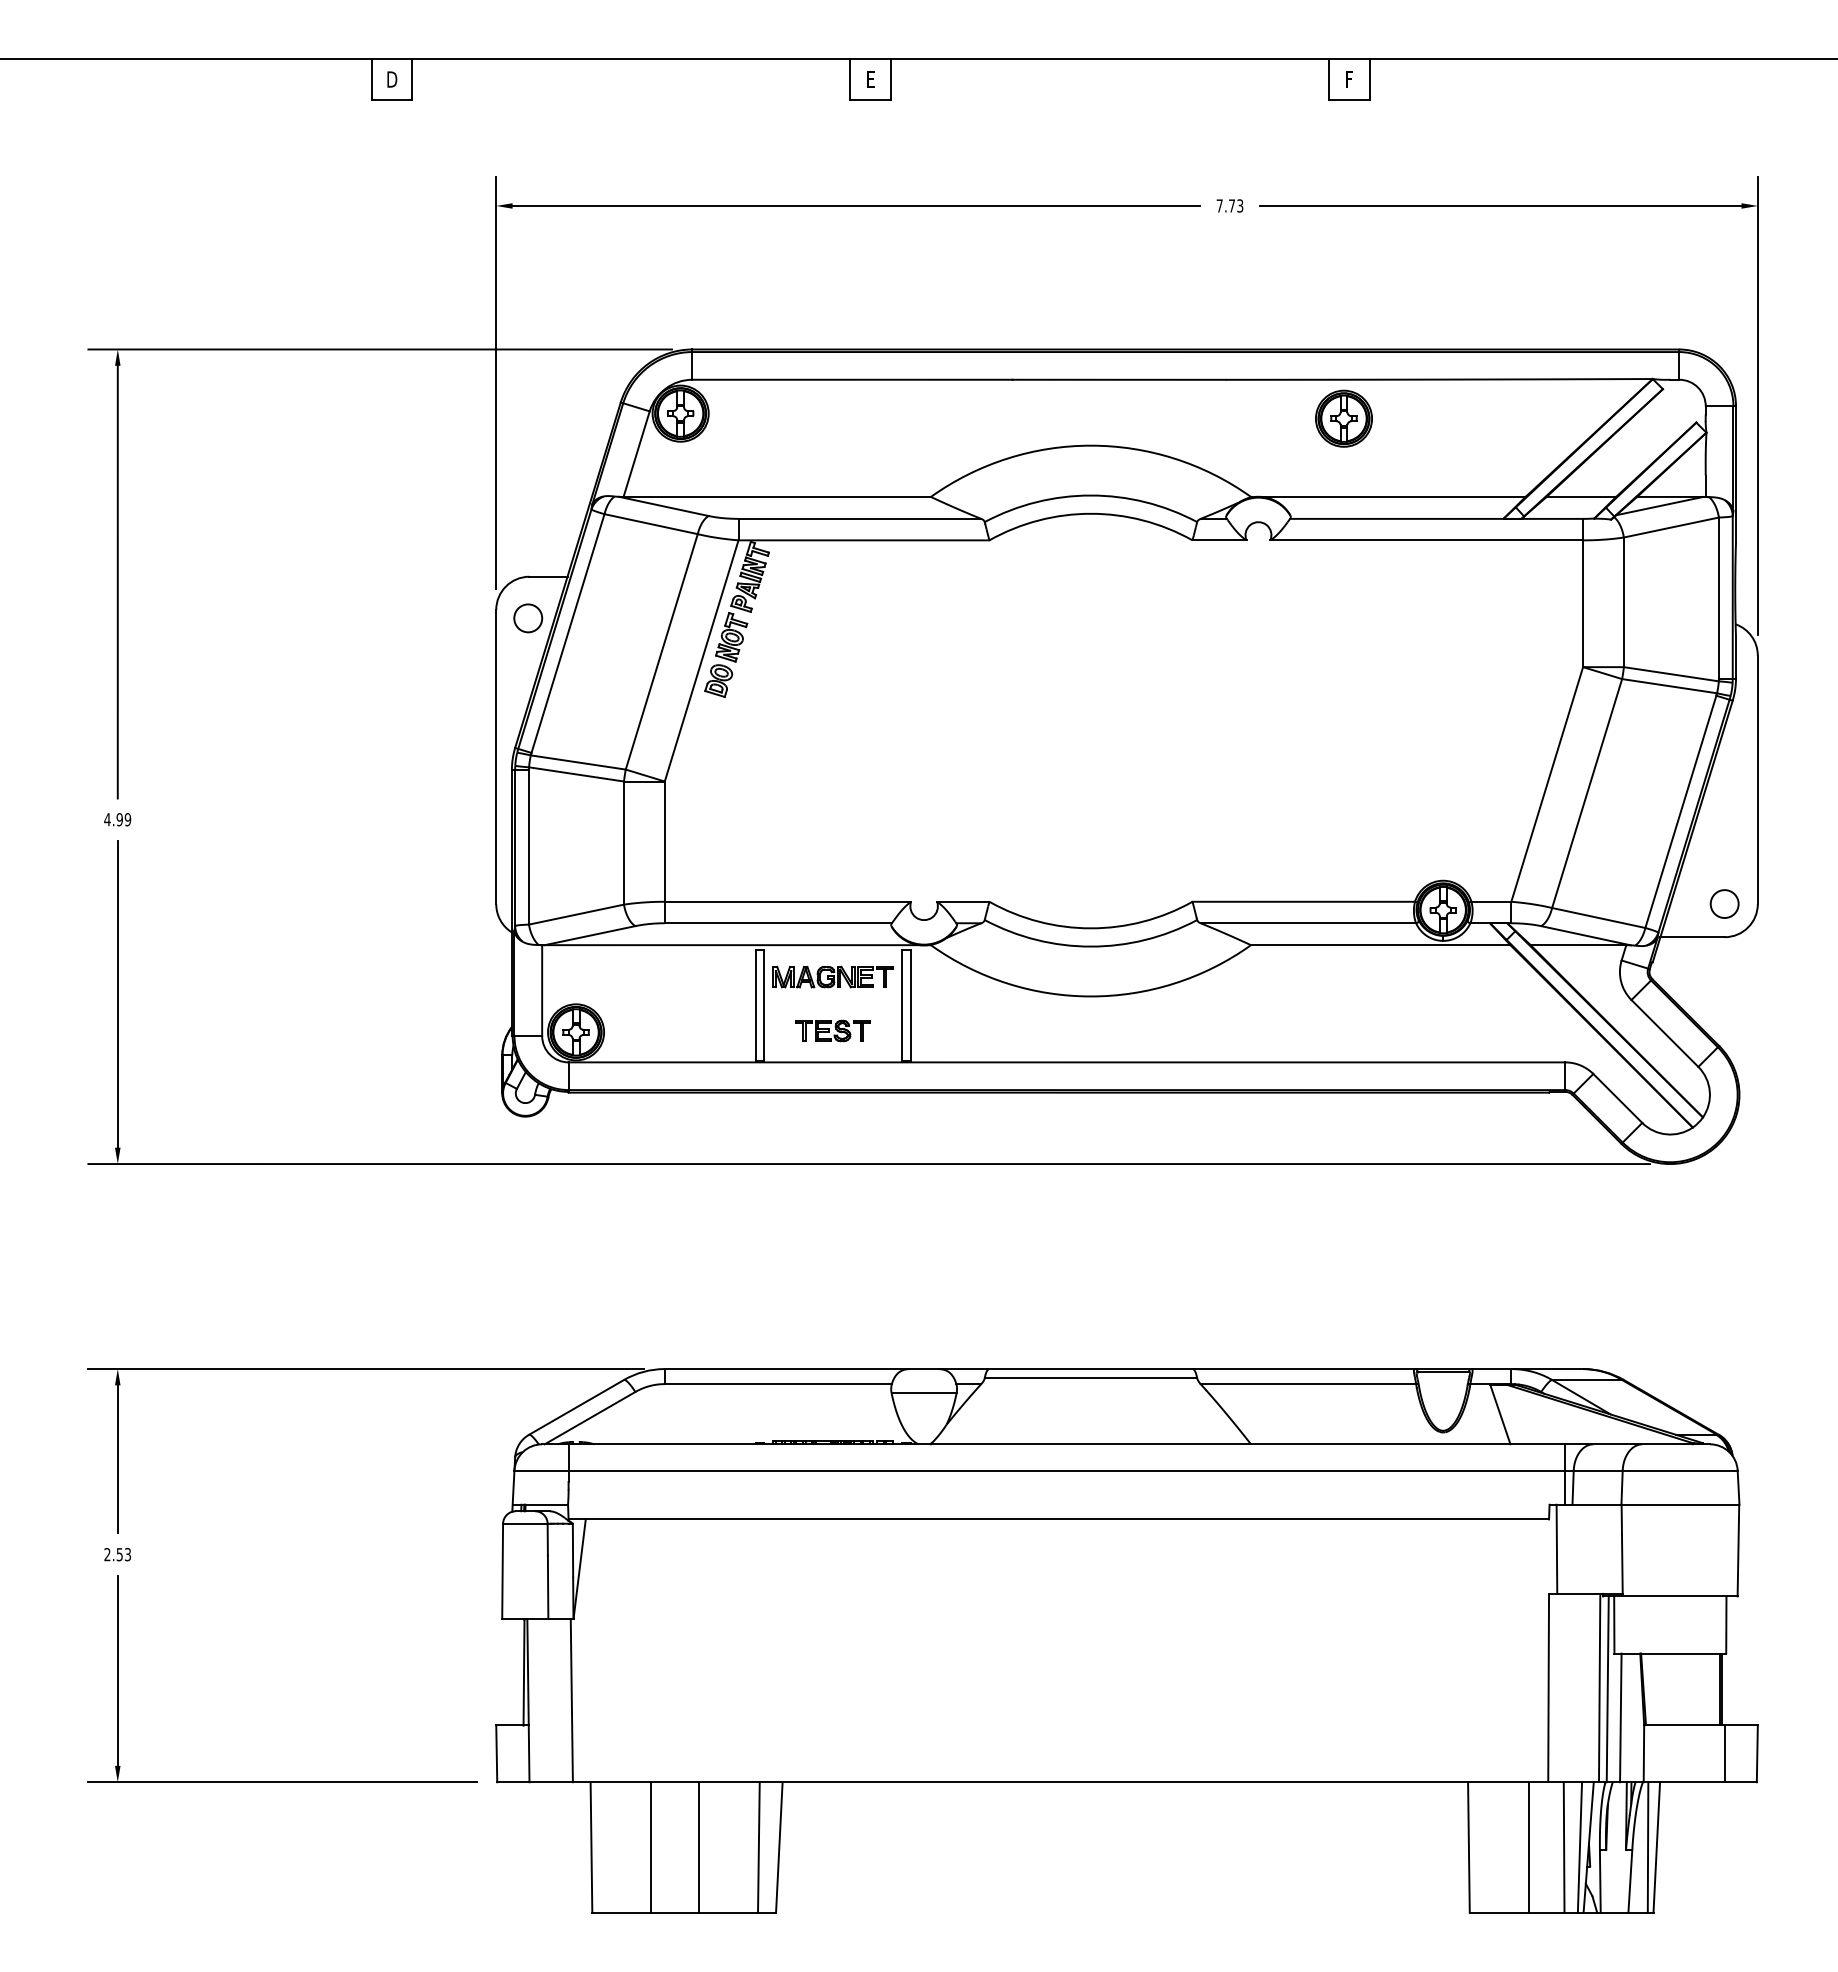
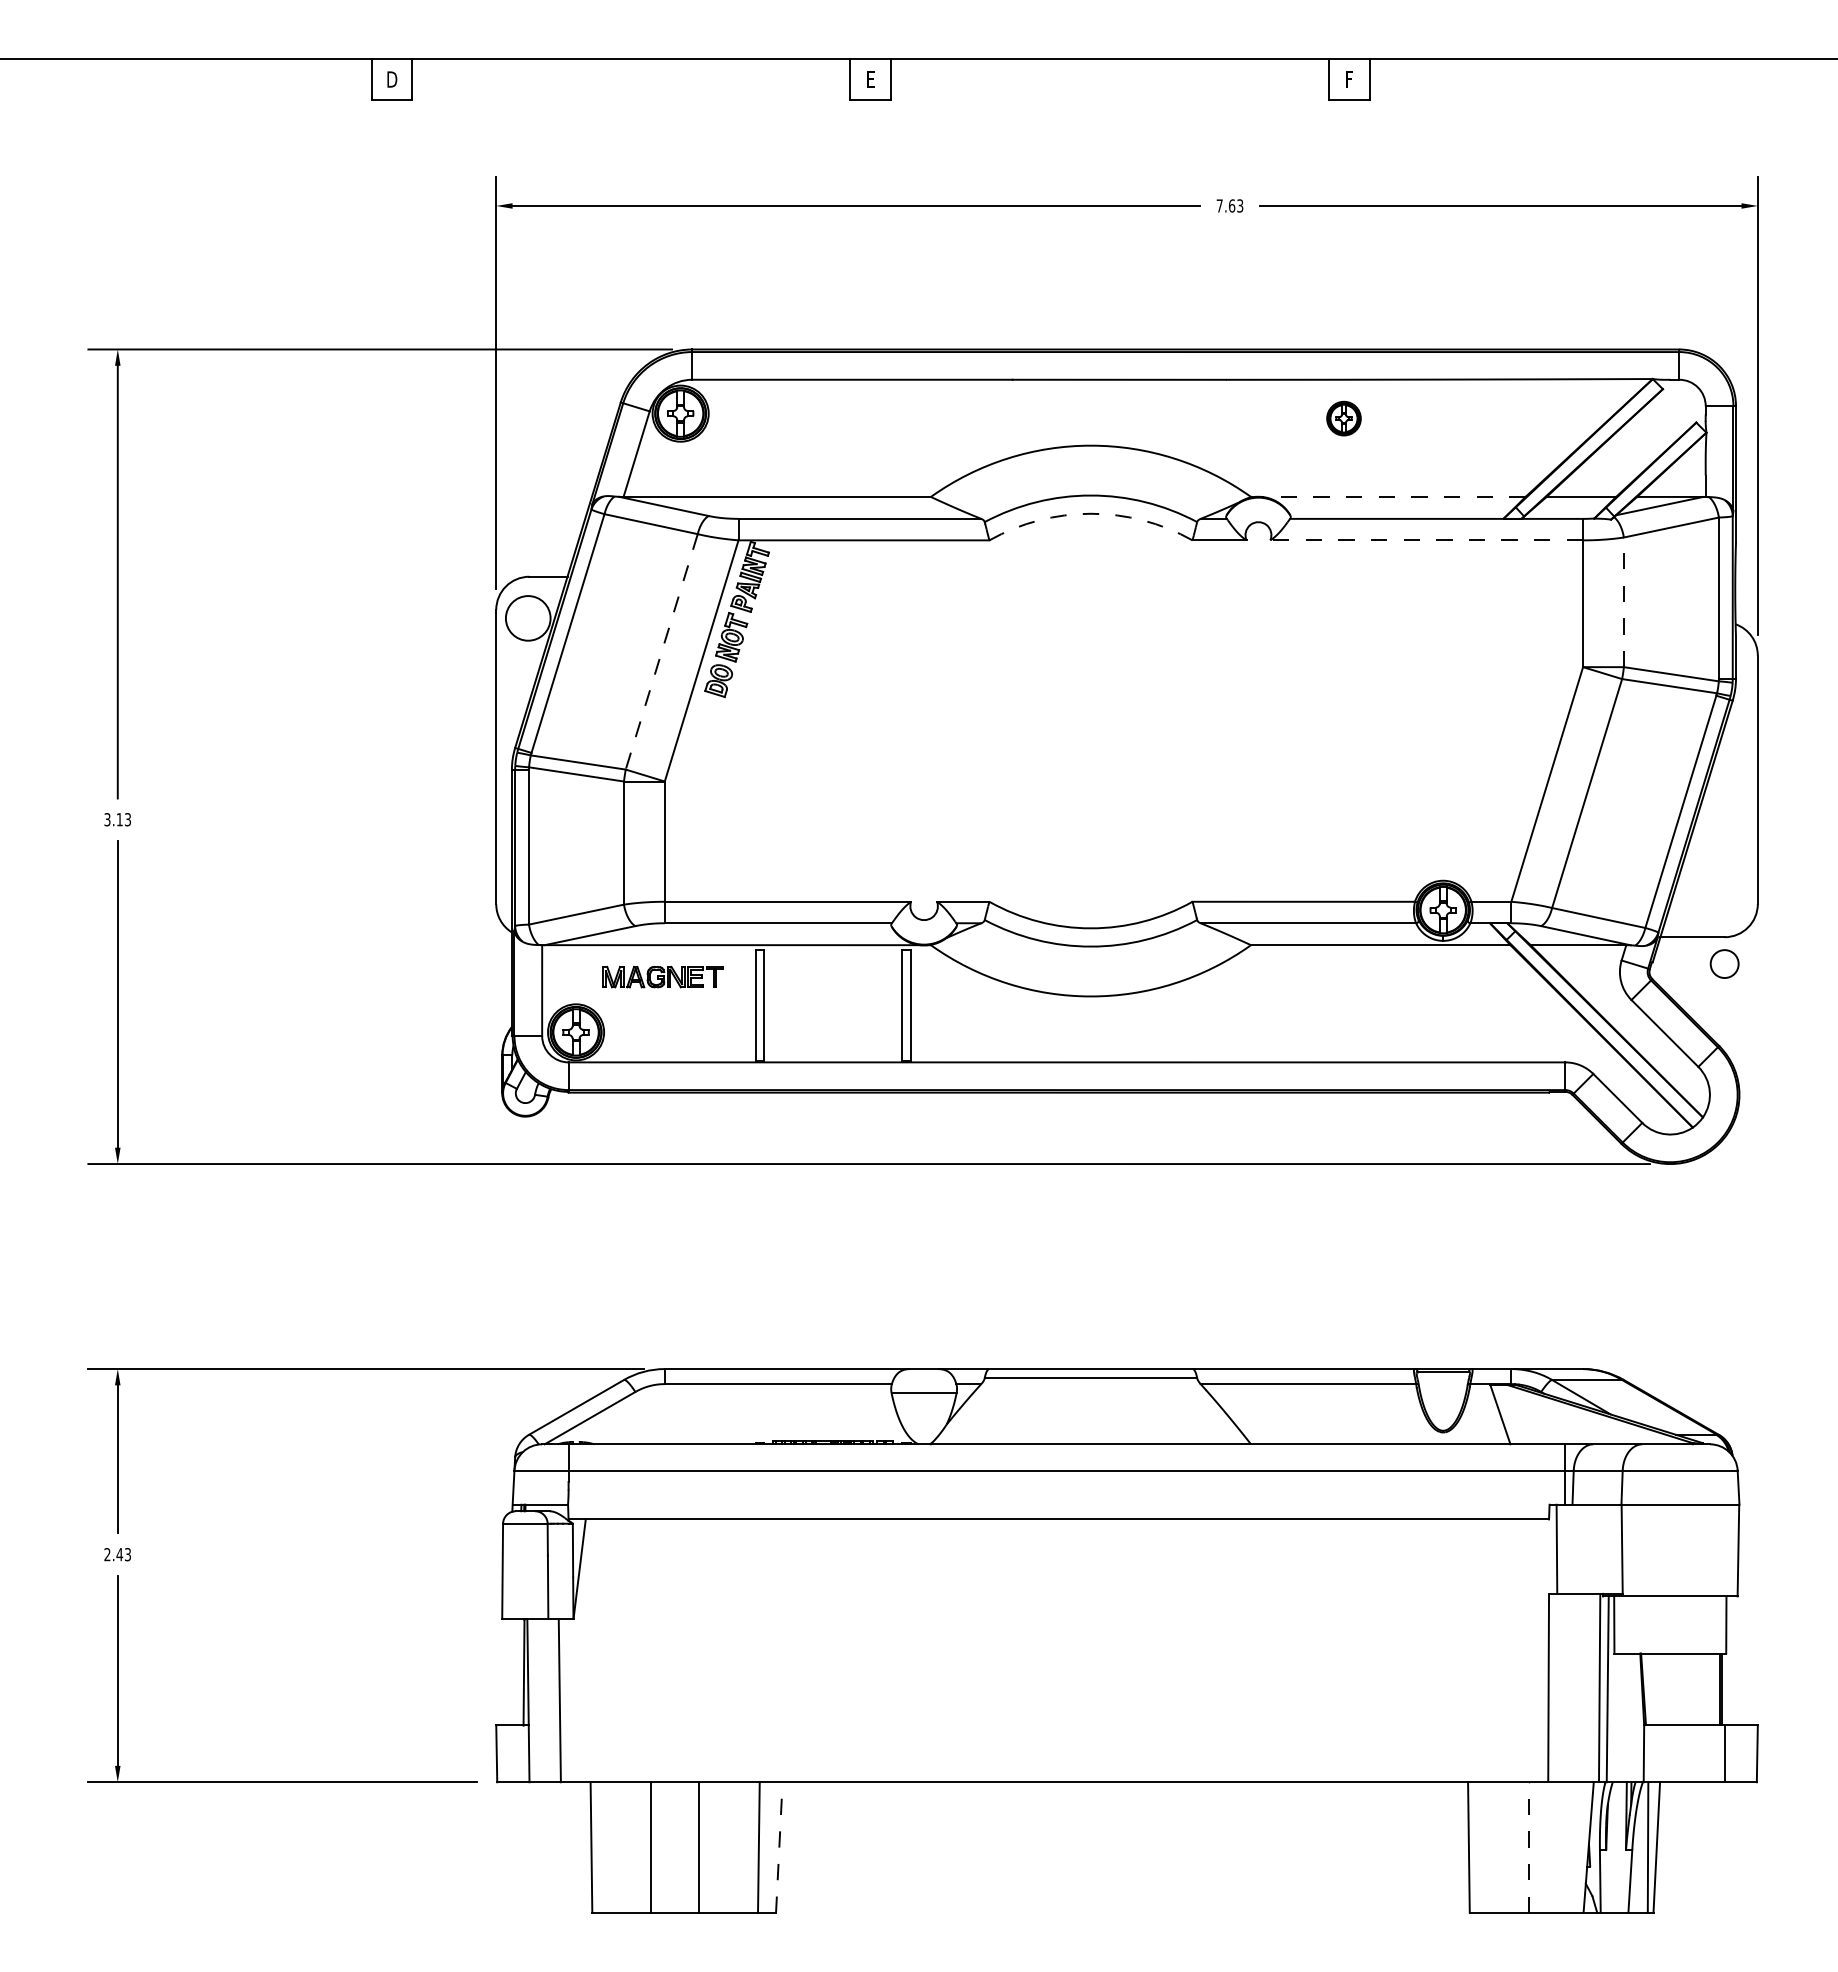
text at (1232, 205): 7.73 -> 7.63
part at (1343, 418) size: 58x59 px -> 36x37 px
line at (1393, 496): solid -> dashed
arc at (1090, 513): solid -> dashed
line at (1426, 540): solid -> dashed
line at (1623, 602): solid -> dashed
circle at (528, 618) diameter: 28 px -> 45 px
line at (661, 652): solid -> dashed
text at (117, 819): 4.99 -> 3.13
circle at (1724, 903) position: (1724, 903) -> (1724, 963)
part at (832, 976) position: (832, 976) -> (662, 976)
part at (832, 1030): present -> none
text at (119, 1554): 2.53 -> 2.43
line at (571, 1700) position: (571, 1700) -> (559, 1700)
line at (1620, 1717): present -> none
line at (779, 1847): solid -> dashed
line at (1528, 1847): solid -> dashed
line at (1563, 1847): present -> none
line at (1579, 1847): present -> none
